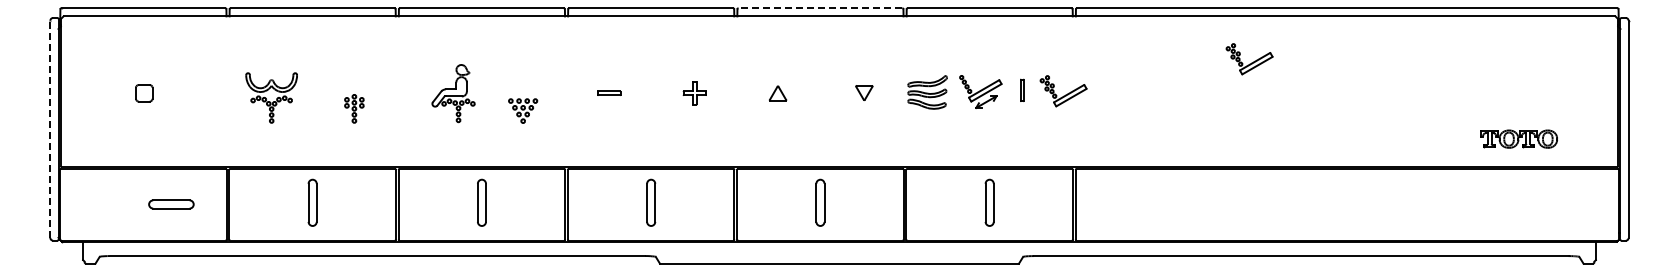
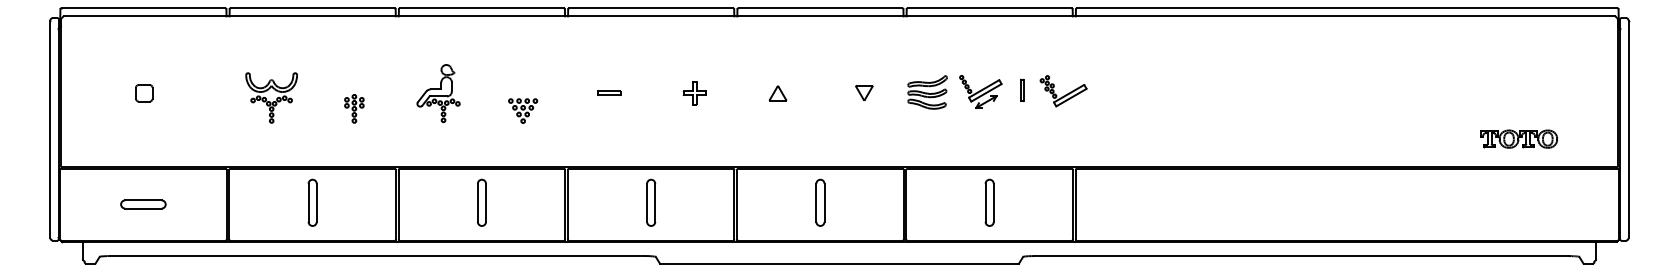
line at (820, 8): dashed -> solid
part at (1249, 59): present -> none
part at (453, 93) position: (453, 93) -> (438, 93)
line at (50, 129): dashed -> solid
part at (171, 204) position: (171, 204) -> (143, 204)
